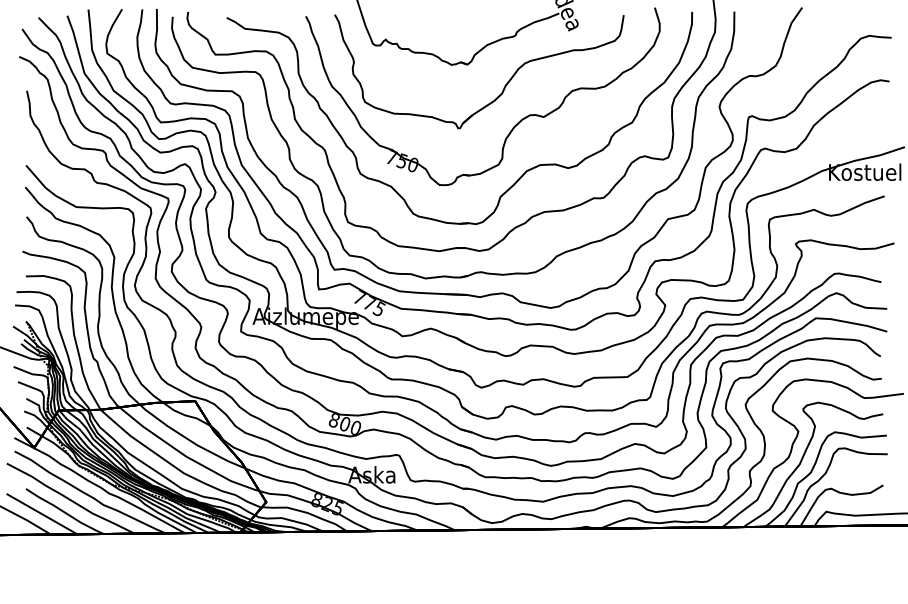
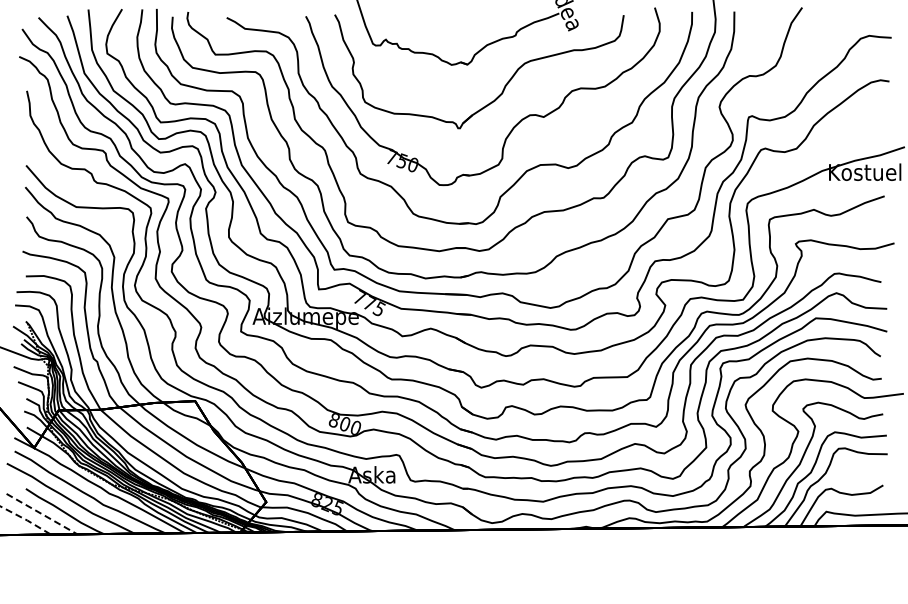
line at (41, 514): solid -> dashed
line at (26, 520): solid -> dashed
